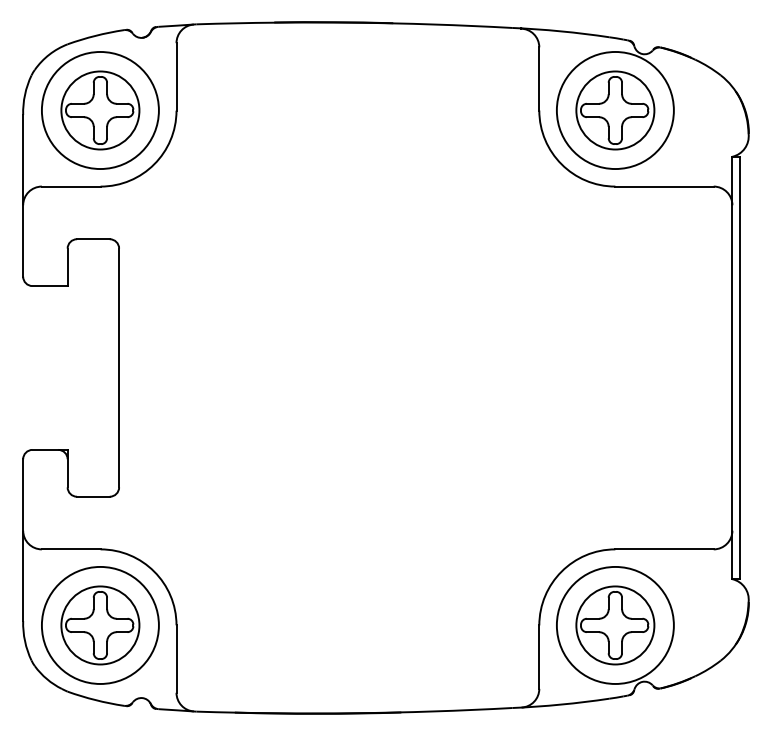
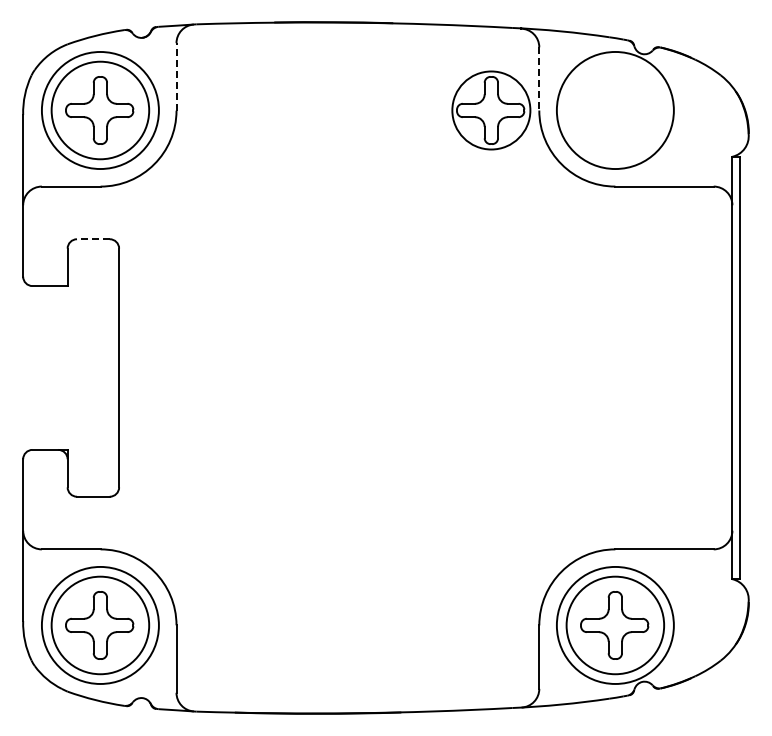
line at (176, 76): solid -> dashed
line at (539, 78): solid -> dashed
circle at (100, 110) diameter: 78 px -> 98 px
part at (615, 110) position: (615, 110) -> (491, 110)
line at (92, 239): solid -> dashed
circle at (100, 625) diameter: 78 px -> 98 px
circle at (615, 625) diameter: 78 px -> 98 px
